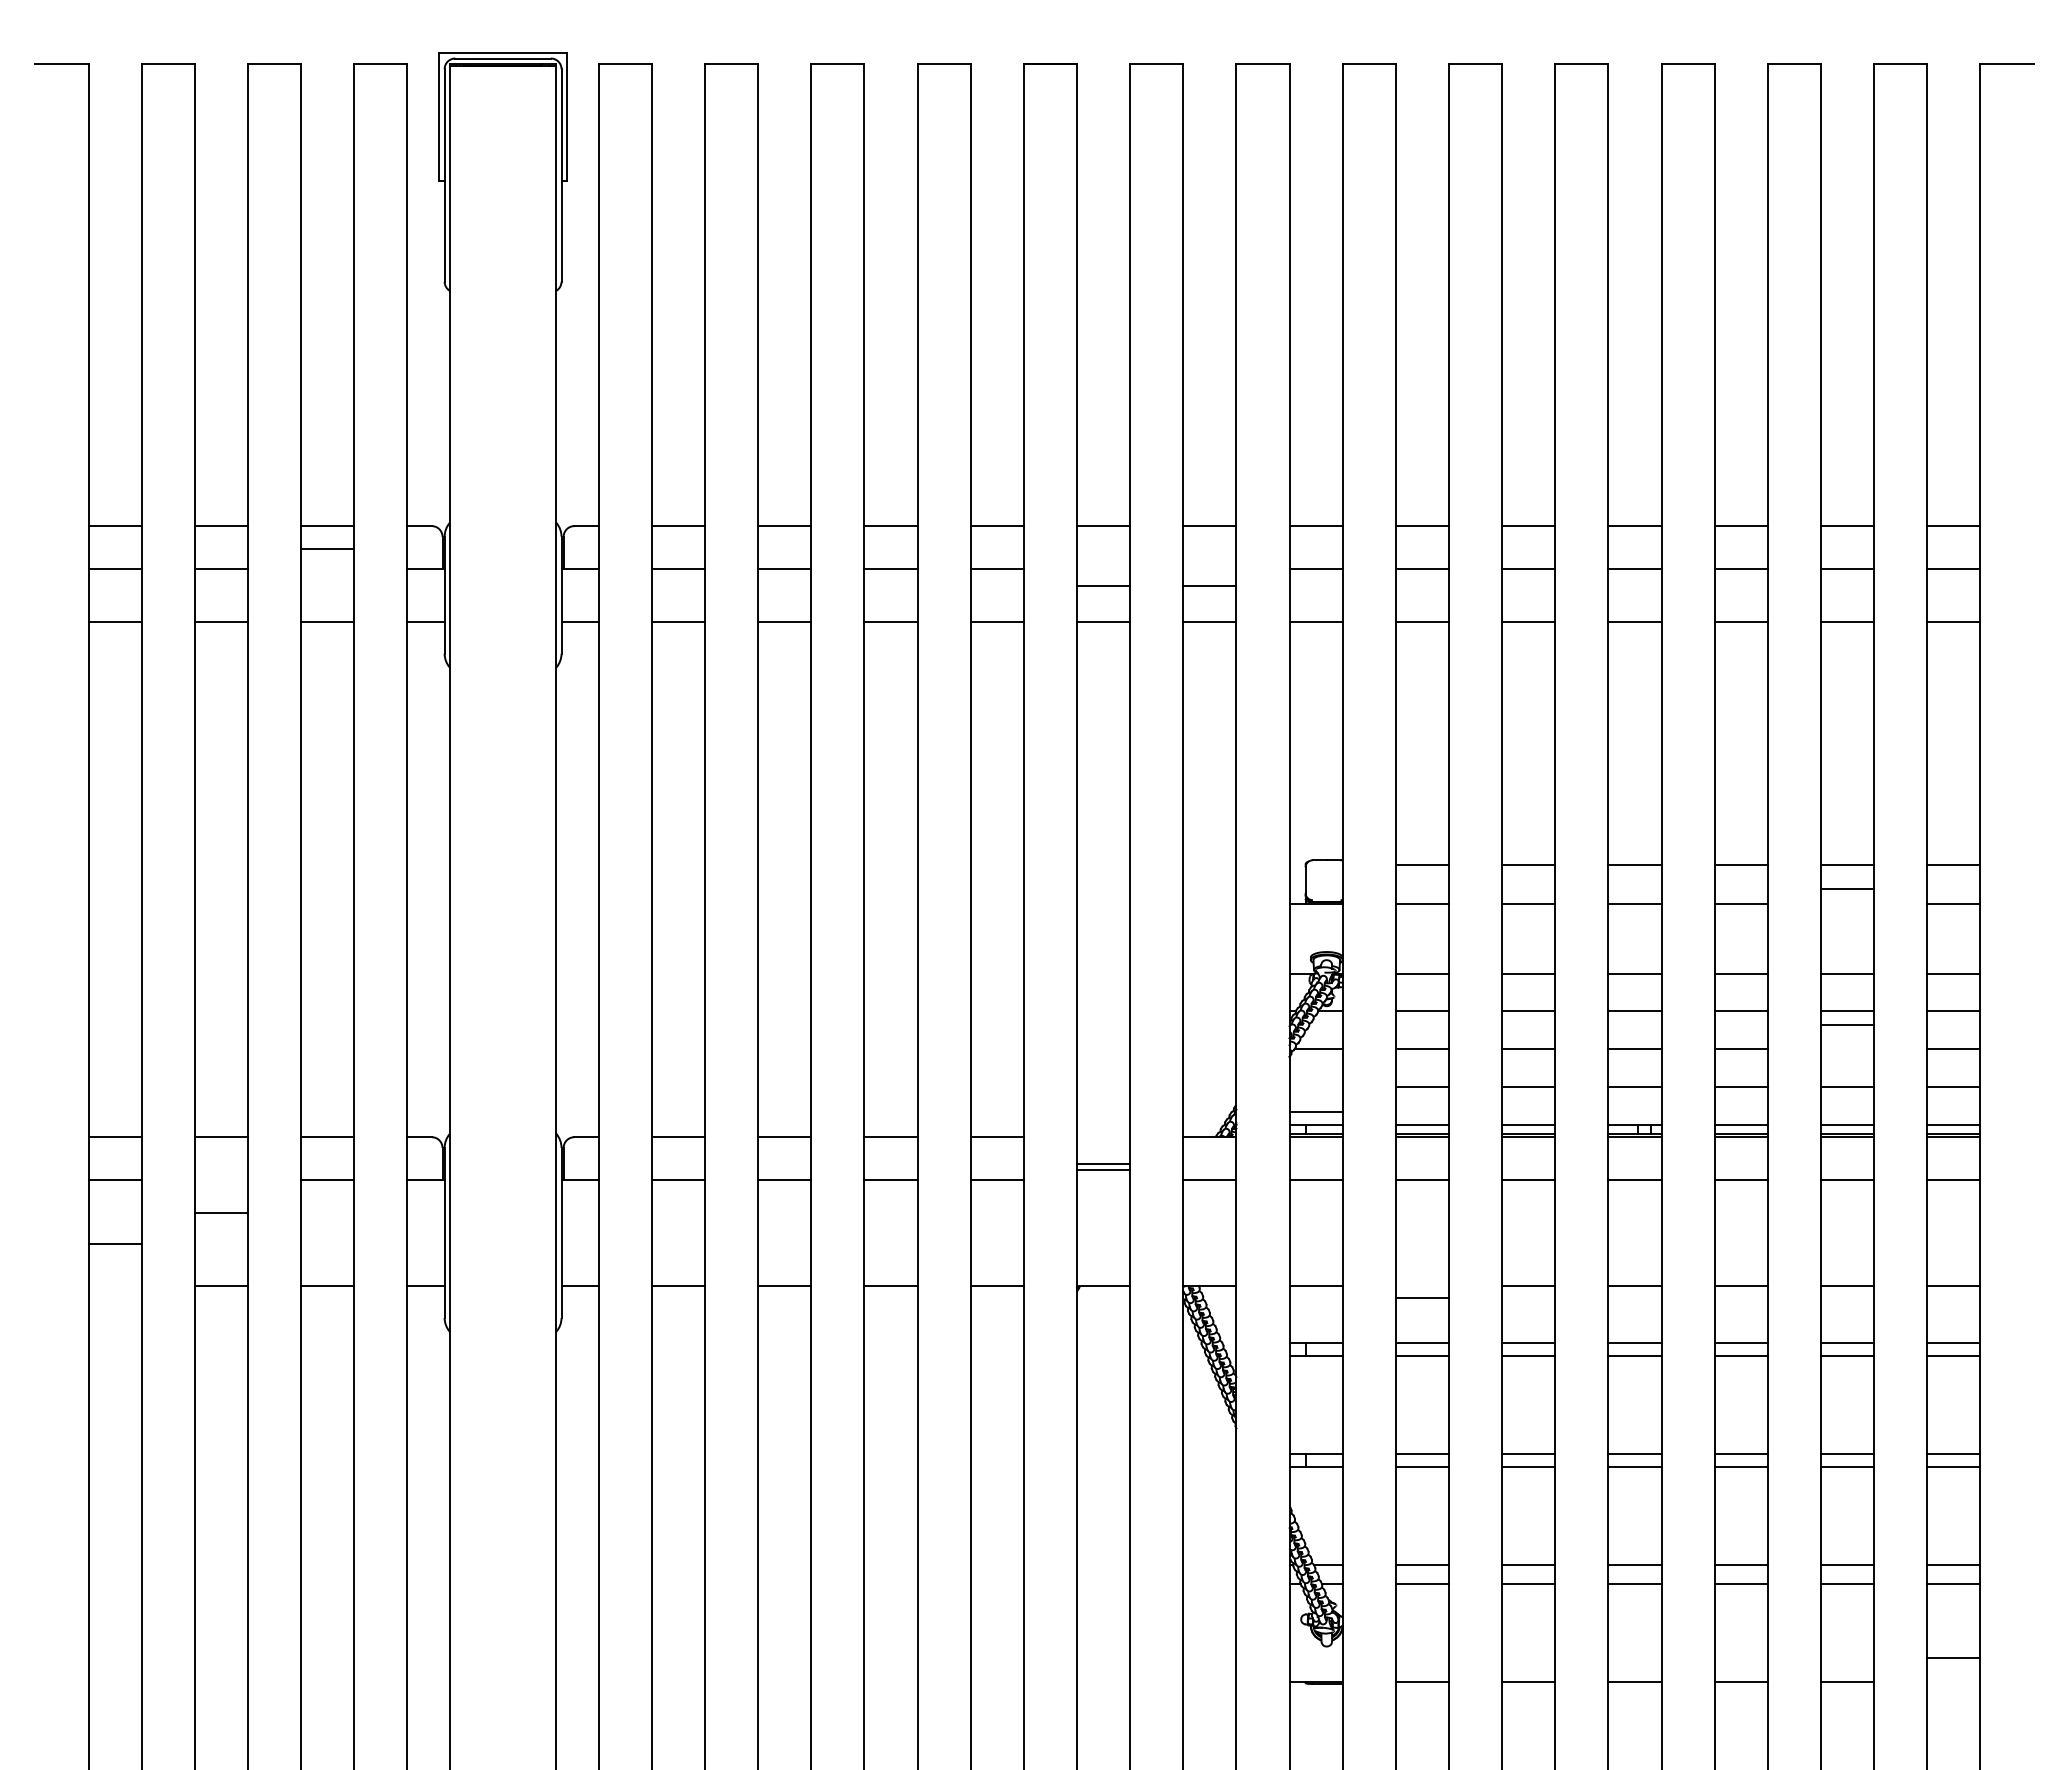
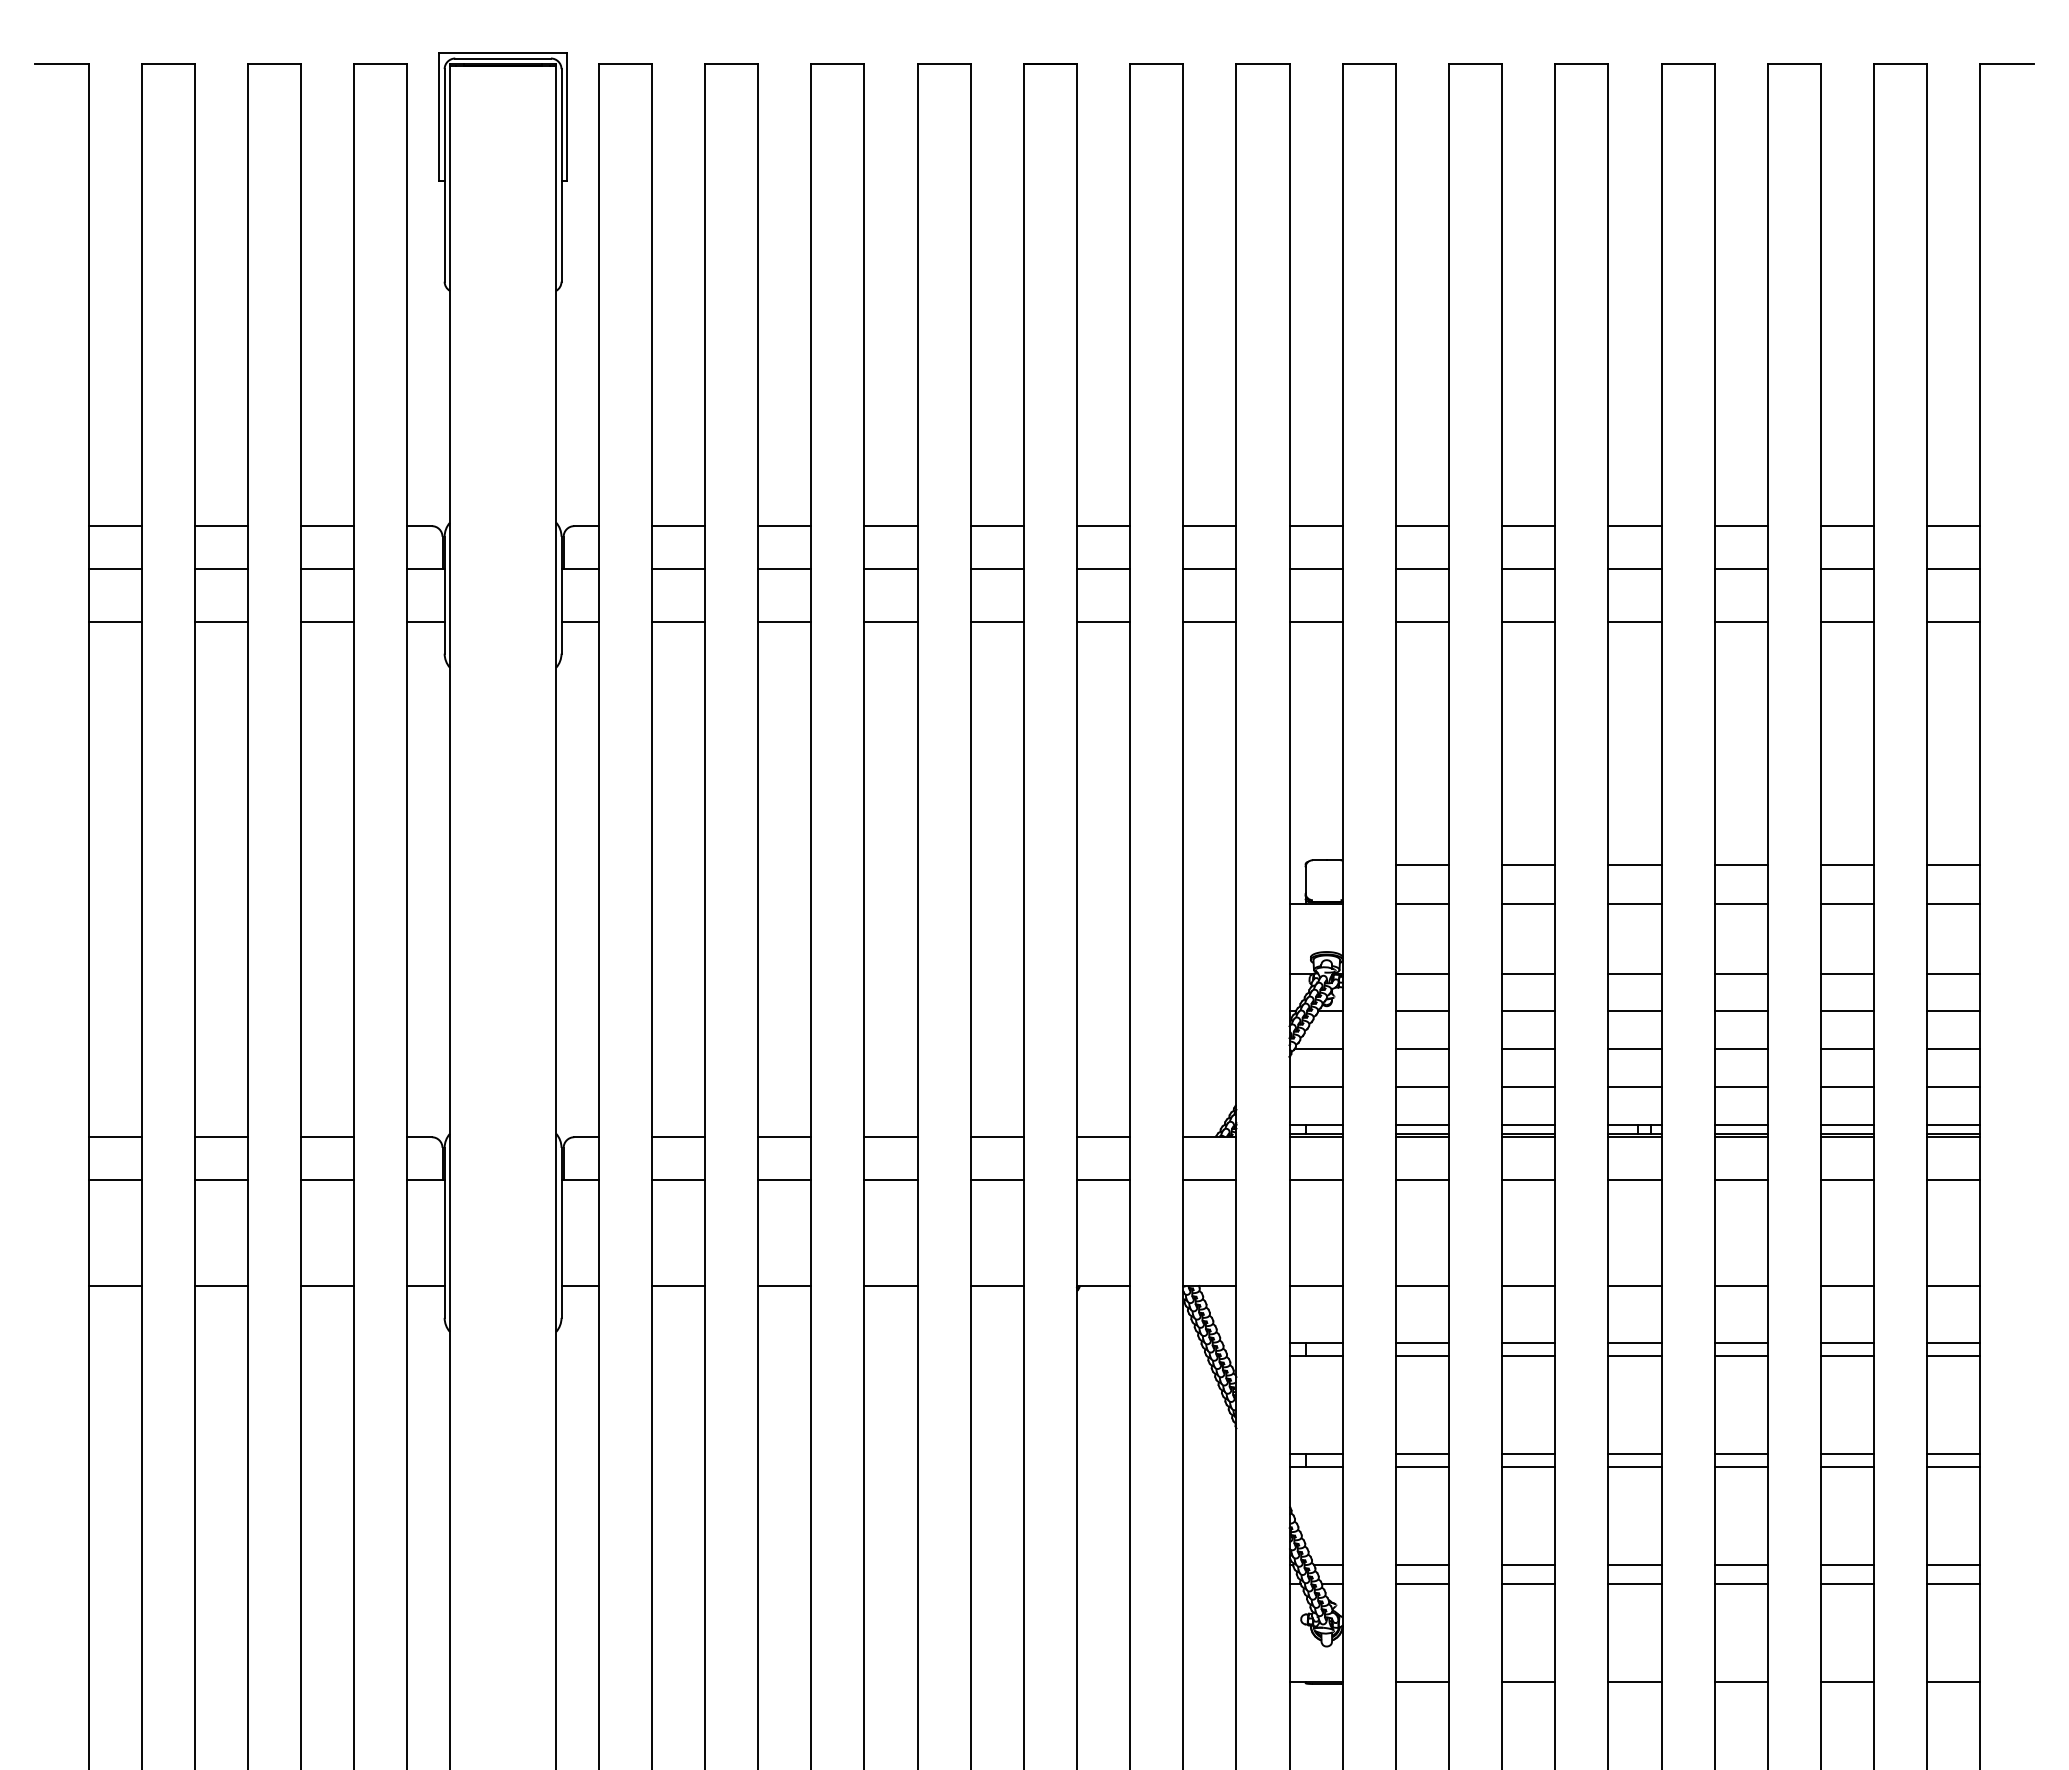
line at (327, 548) position: (327, 548) -> (327, 568)
line at (1103, 585) position: (1103, 585) -> (1103, 568)
line at (1209, 585) position: (1209, 585) -> (1209, 568)
line at (1847, 889) position: (1847, 889) -> (1847, 904)
line at (1847, 1024) position: (1847, 1024) -> (1847, 1048)
line at (1315, 1111) position: (1315, 1111) -> (1315, 1086)
line at (1103, 1163) position: (1103, 1163) -> (1103, 1179)
line at (1103, 1170) position: (1103, 1170) -> (1103, 1137)
line at (221, 1212) position: (221, 1212) -> (221, 1179)
line at (114, 1244) position: (114, 1244) -> (114, 1286)
line at (1421, 1297) position: (1421, 1297) -> (1421, 1285)
line at (1953, 1657) position: (1953, 1657) -> (1953, 1681)
